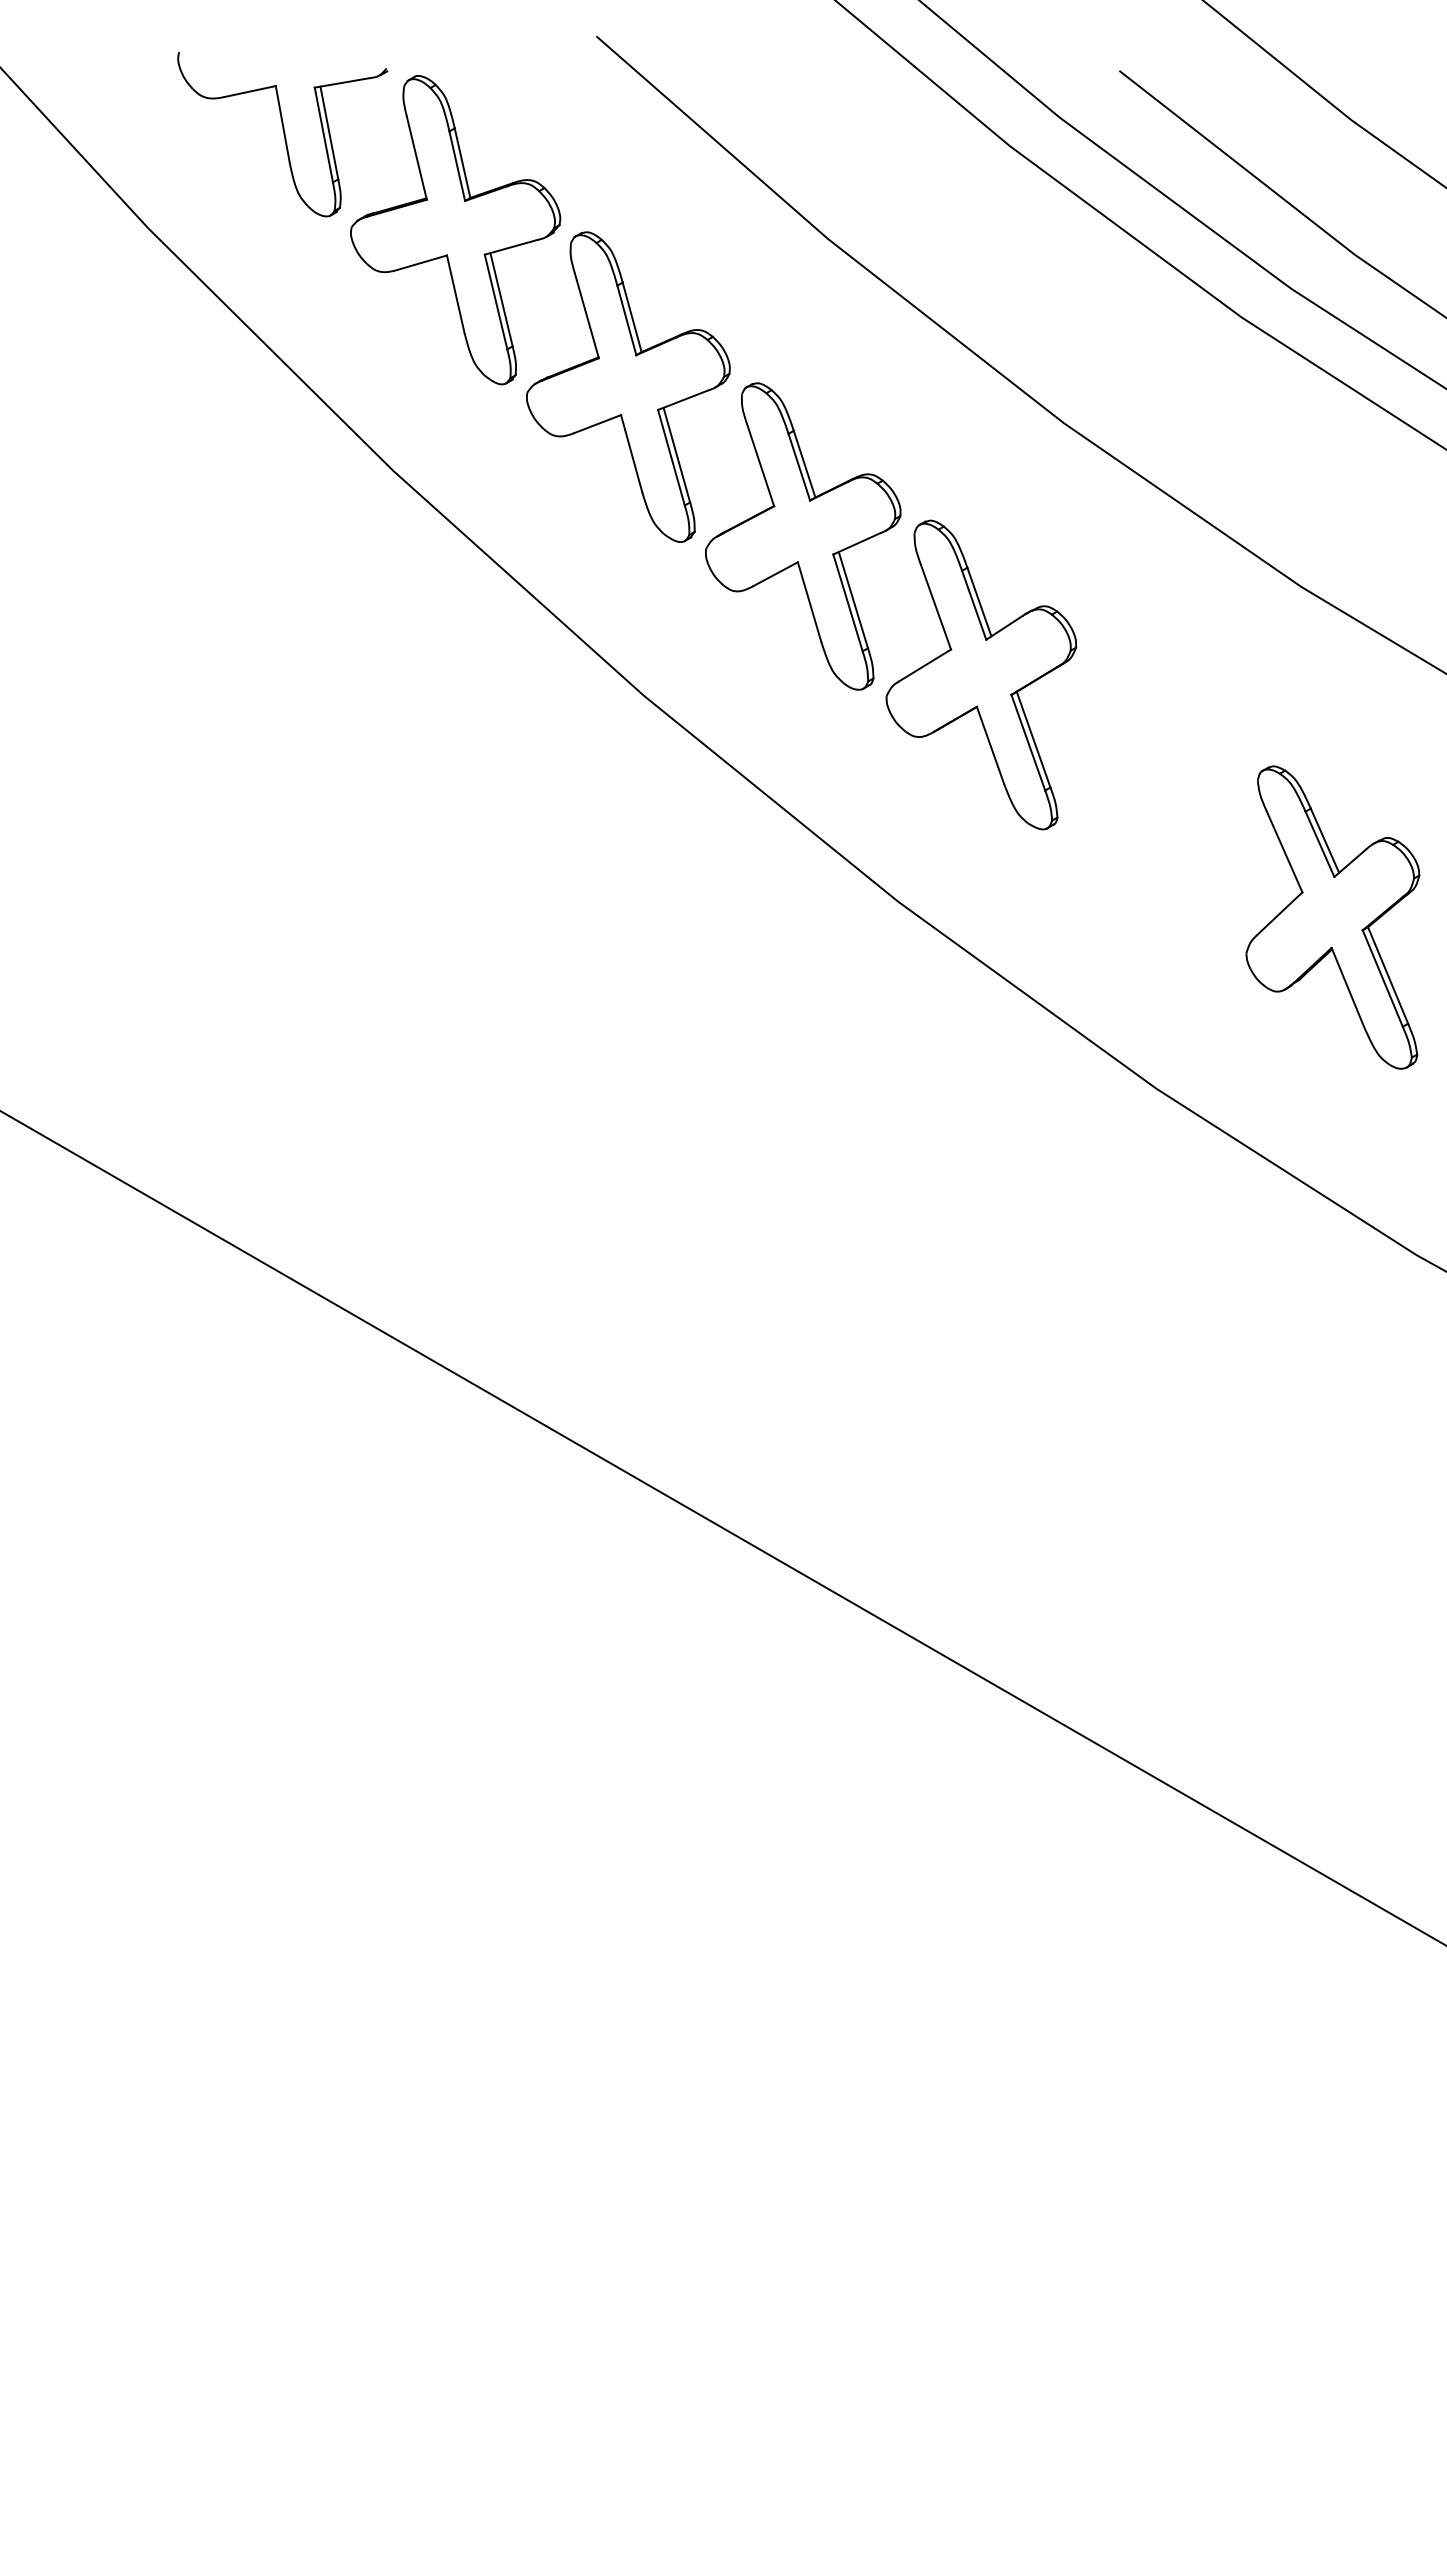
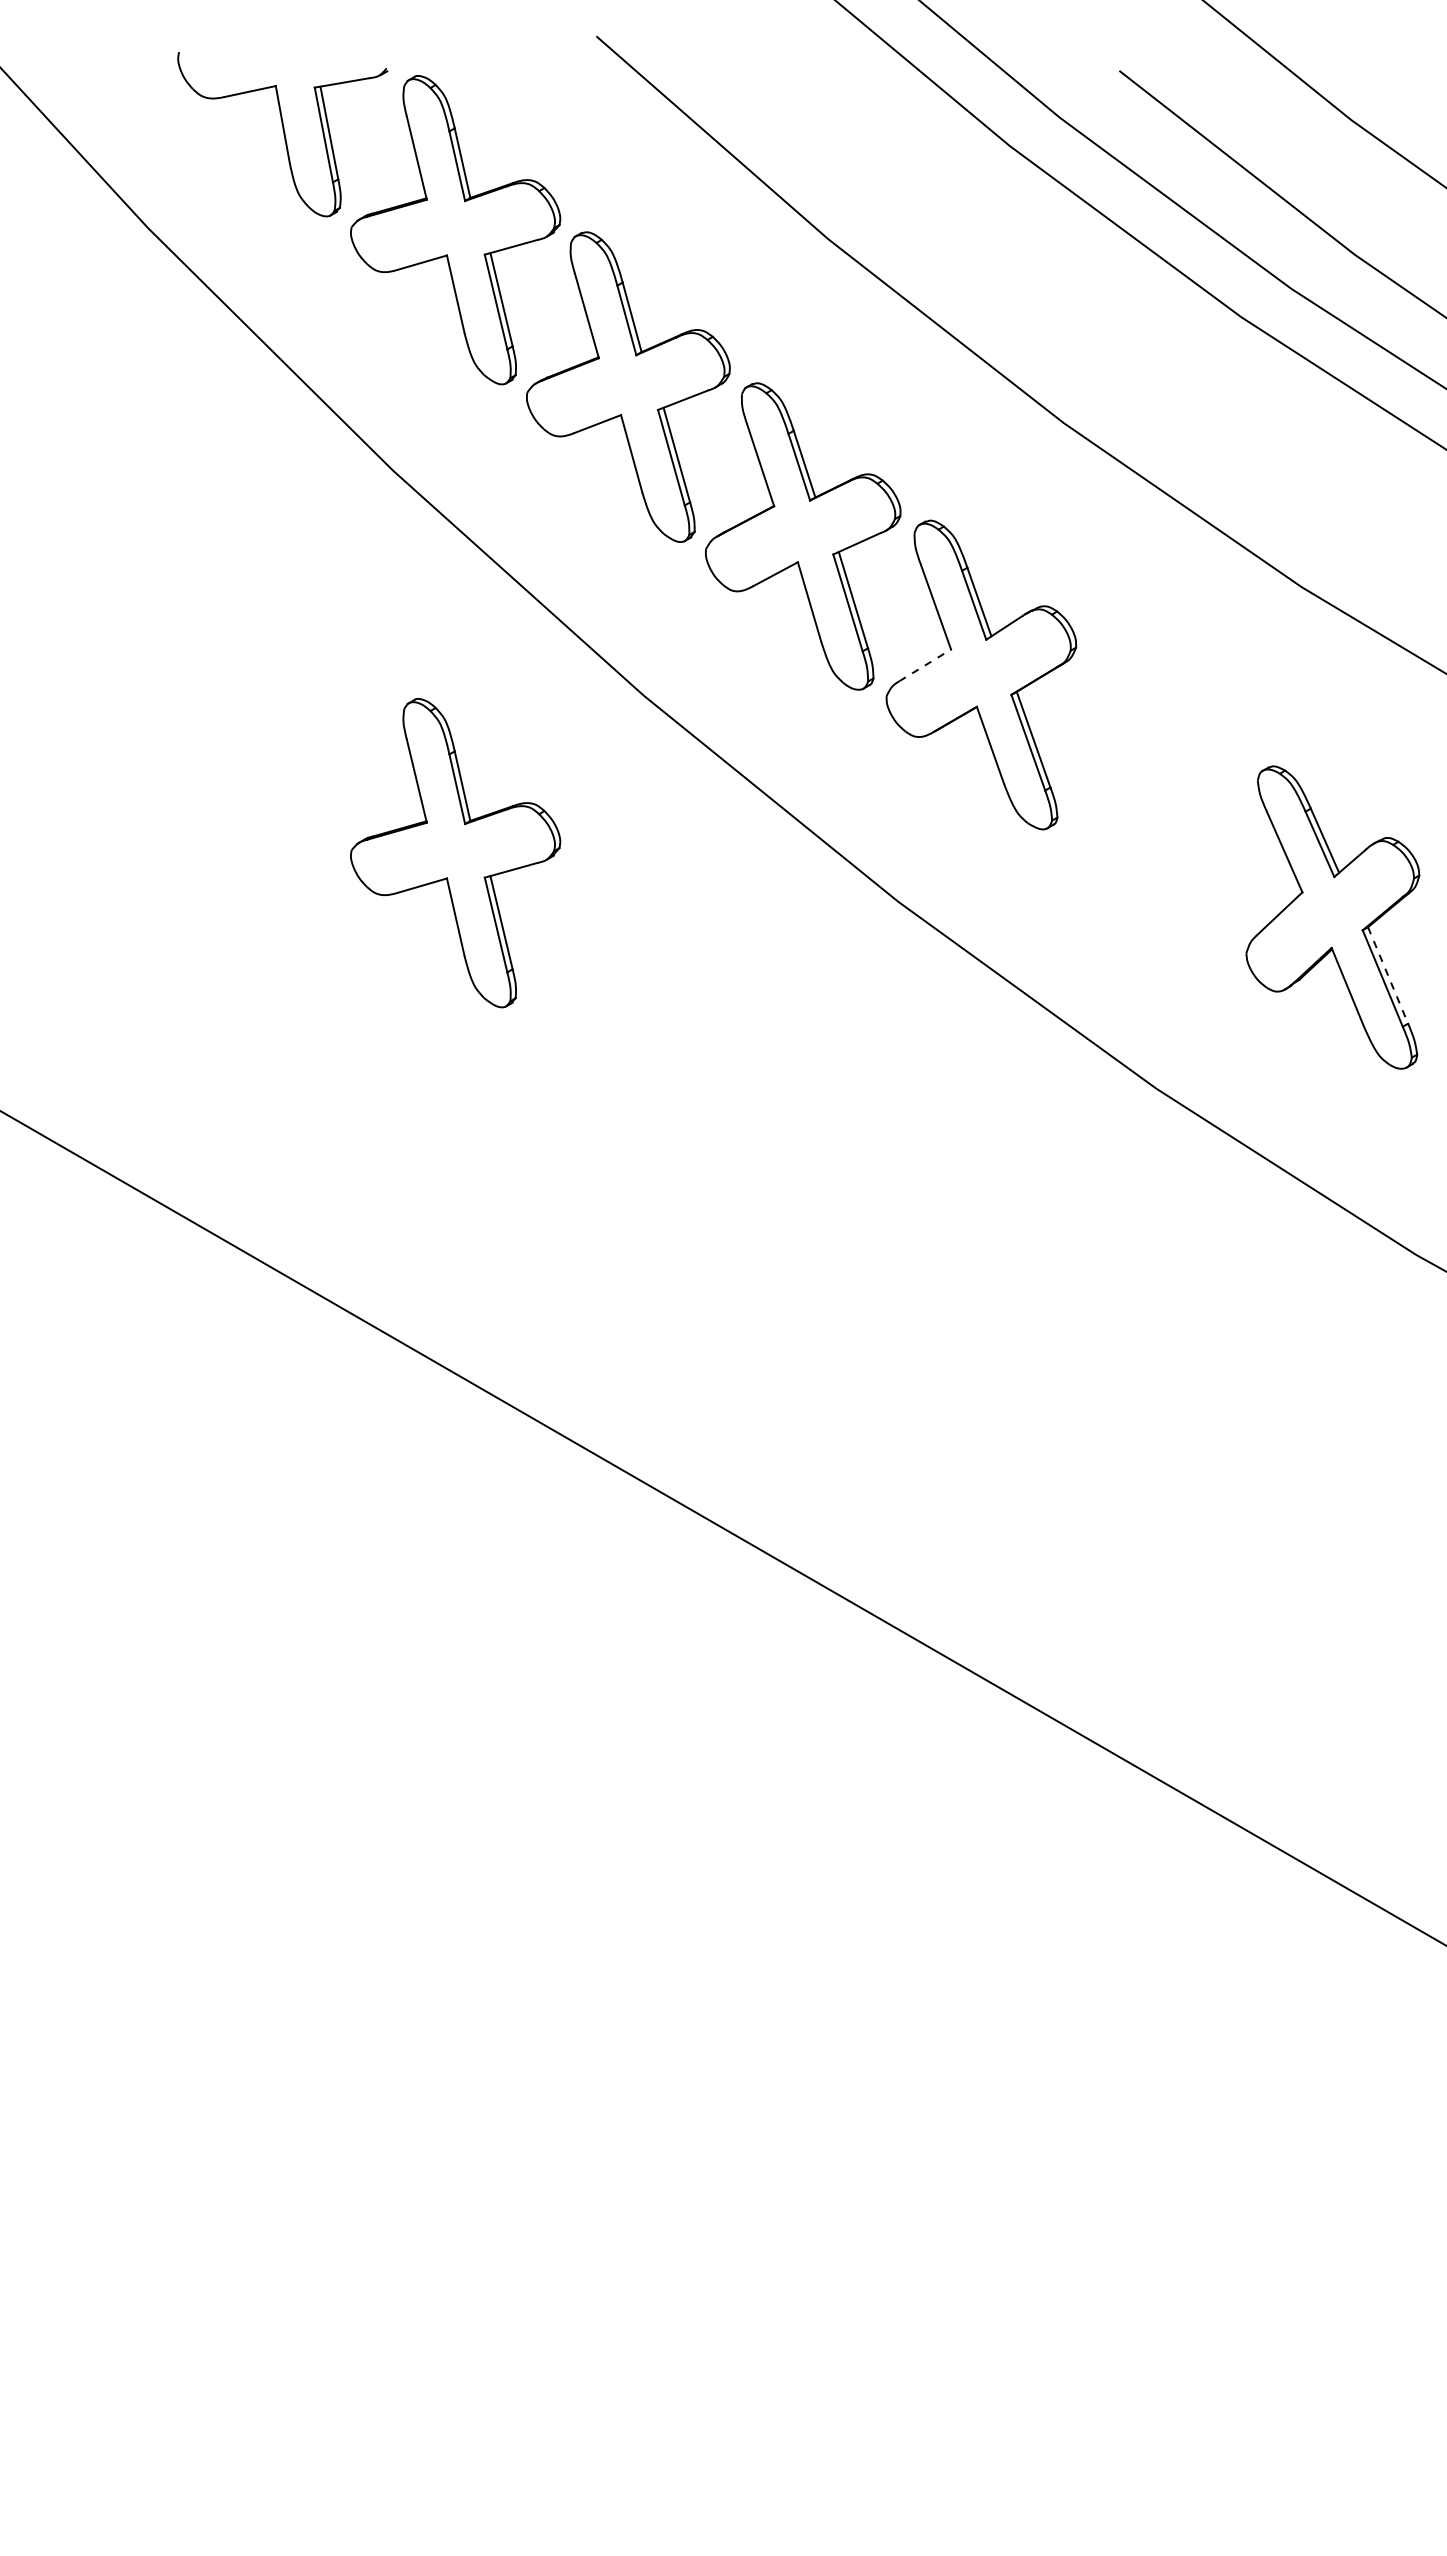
line at (925, 665): solid -> dashed
part at (455, 853): none -> present
line at (1388, 975): solid -> dashed
